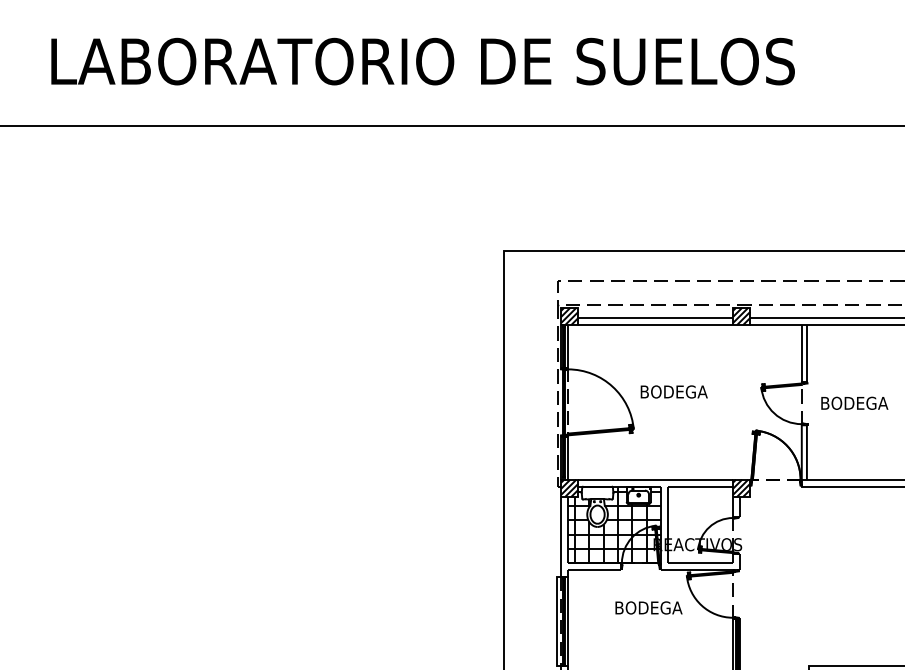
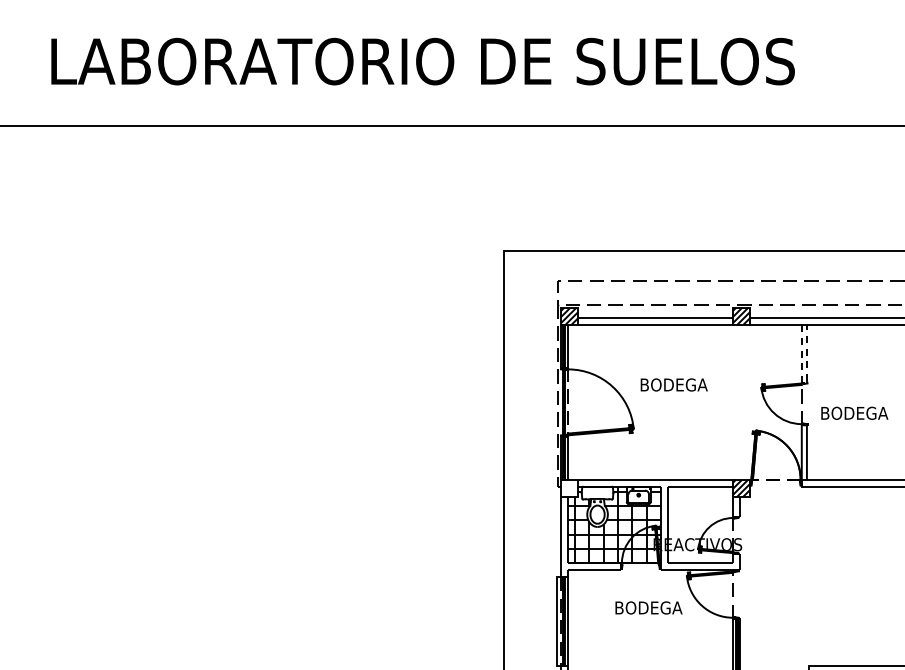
line at (804, 382): solid -> dashed
text at (673, 391) position: (673, 391) -> (673, 384)
text at (854, 402) position: (854, 402) -> (854, 412)
hatch at (569, 487): present -> none
